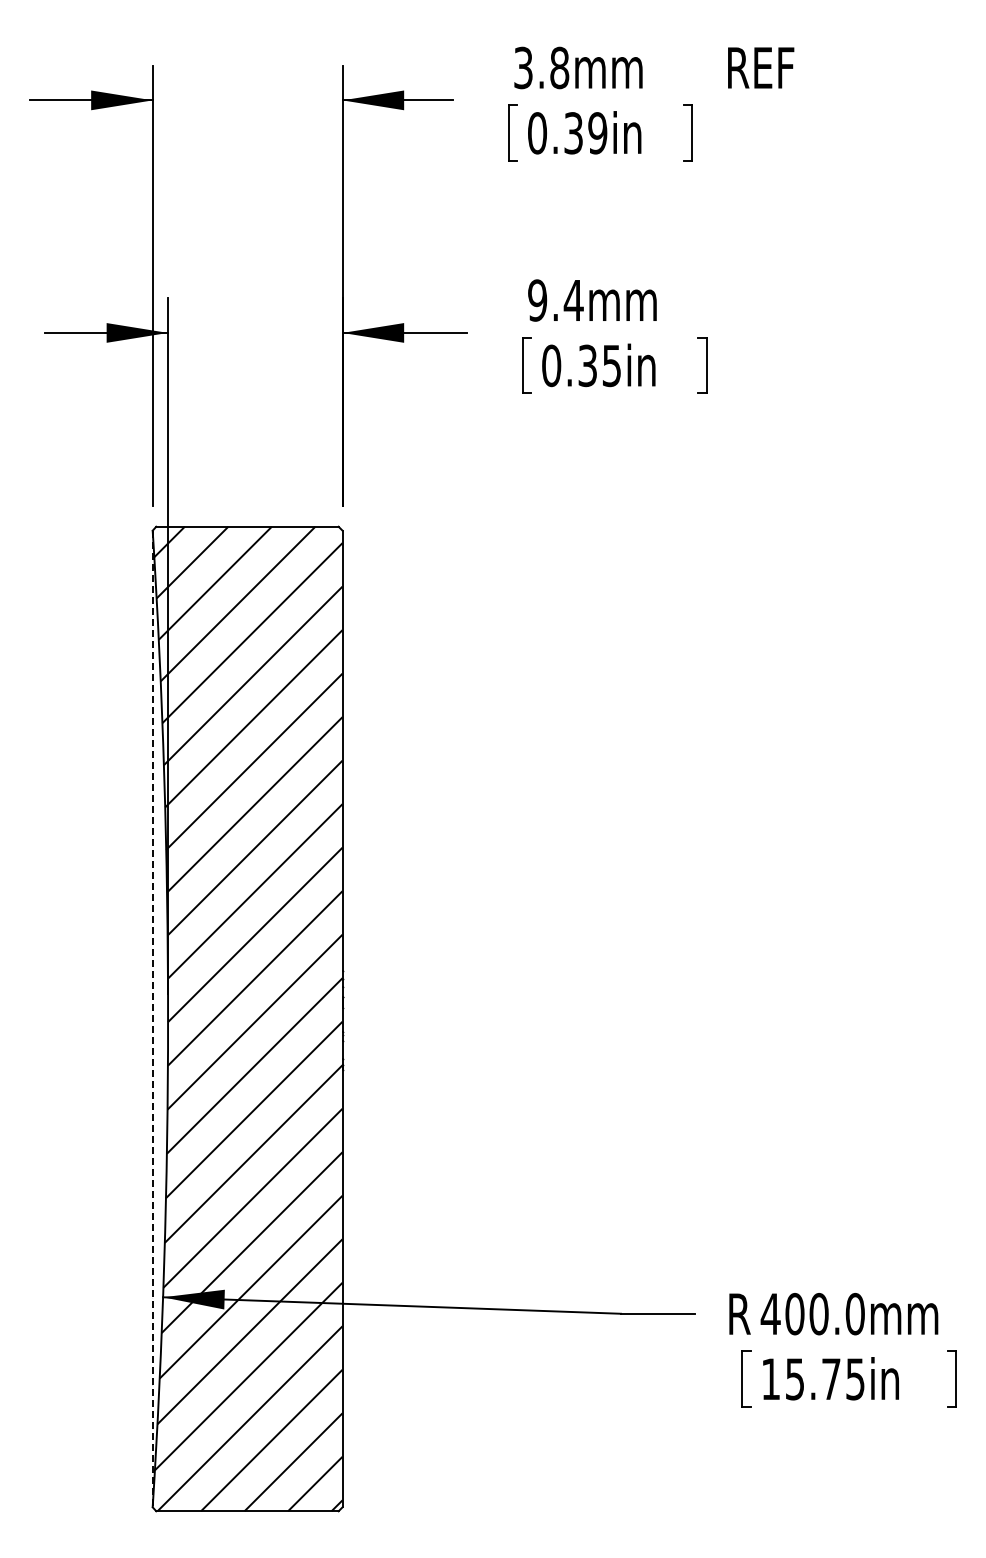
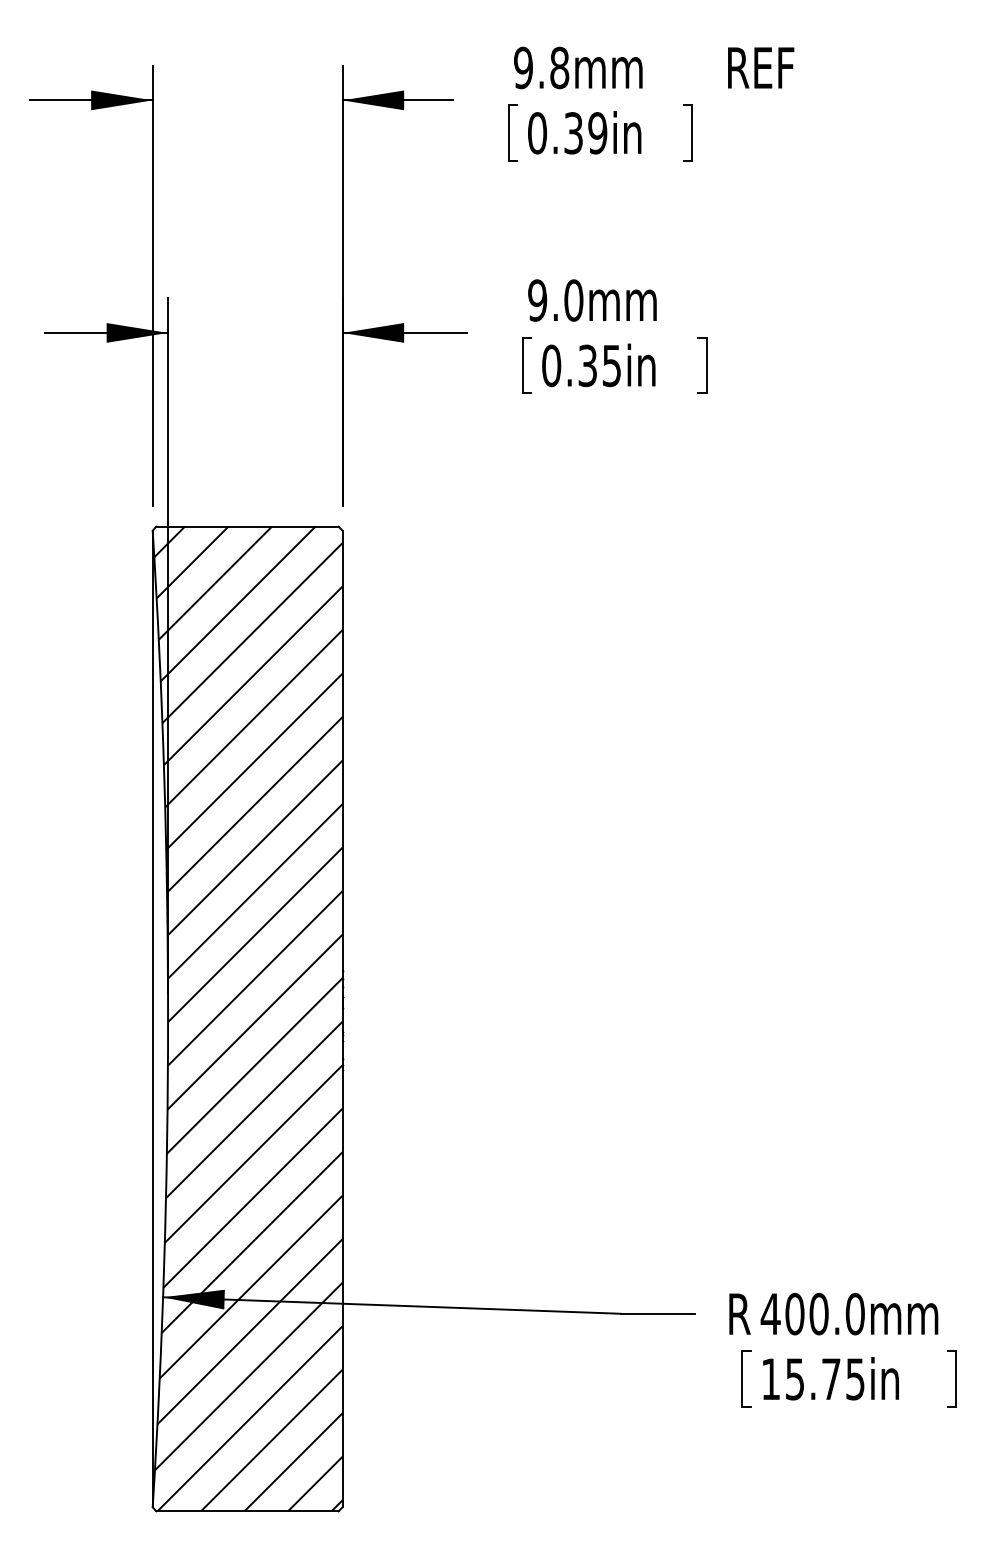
text at (523, 67): 3.8mm -> 9.8mm
text at (573, 300): 9.4mm -> 9.0mm
line at (152, 1019): dashed -> solid
